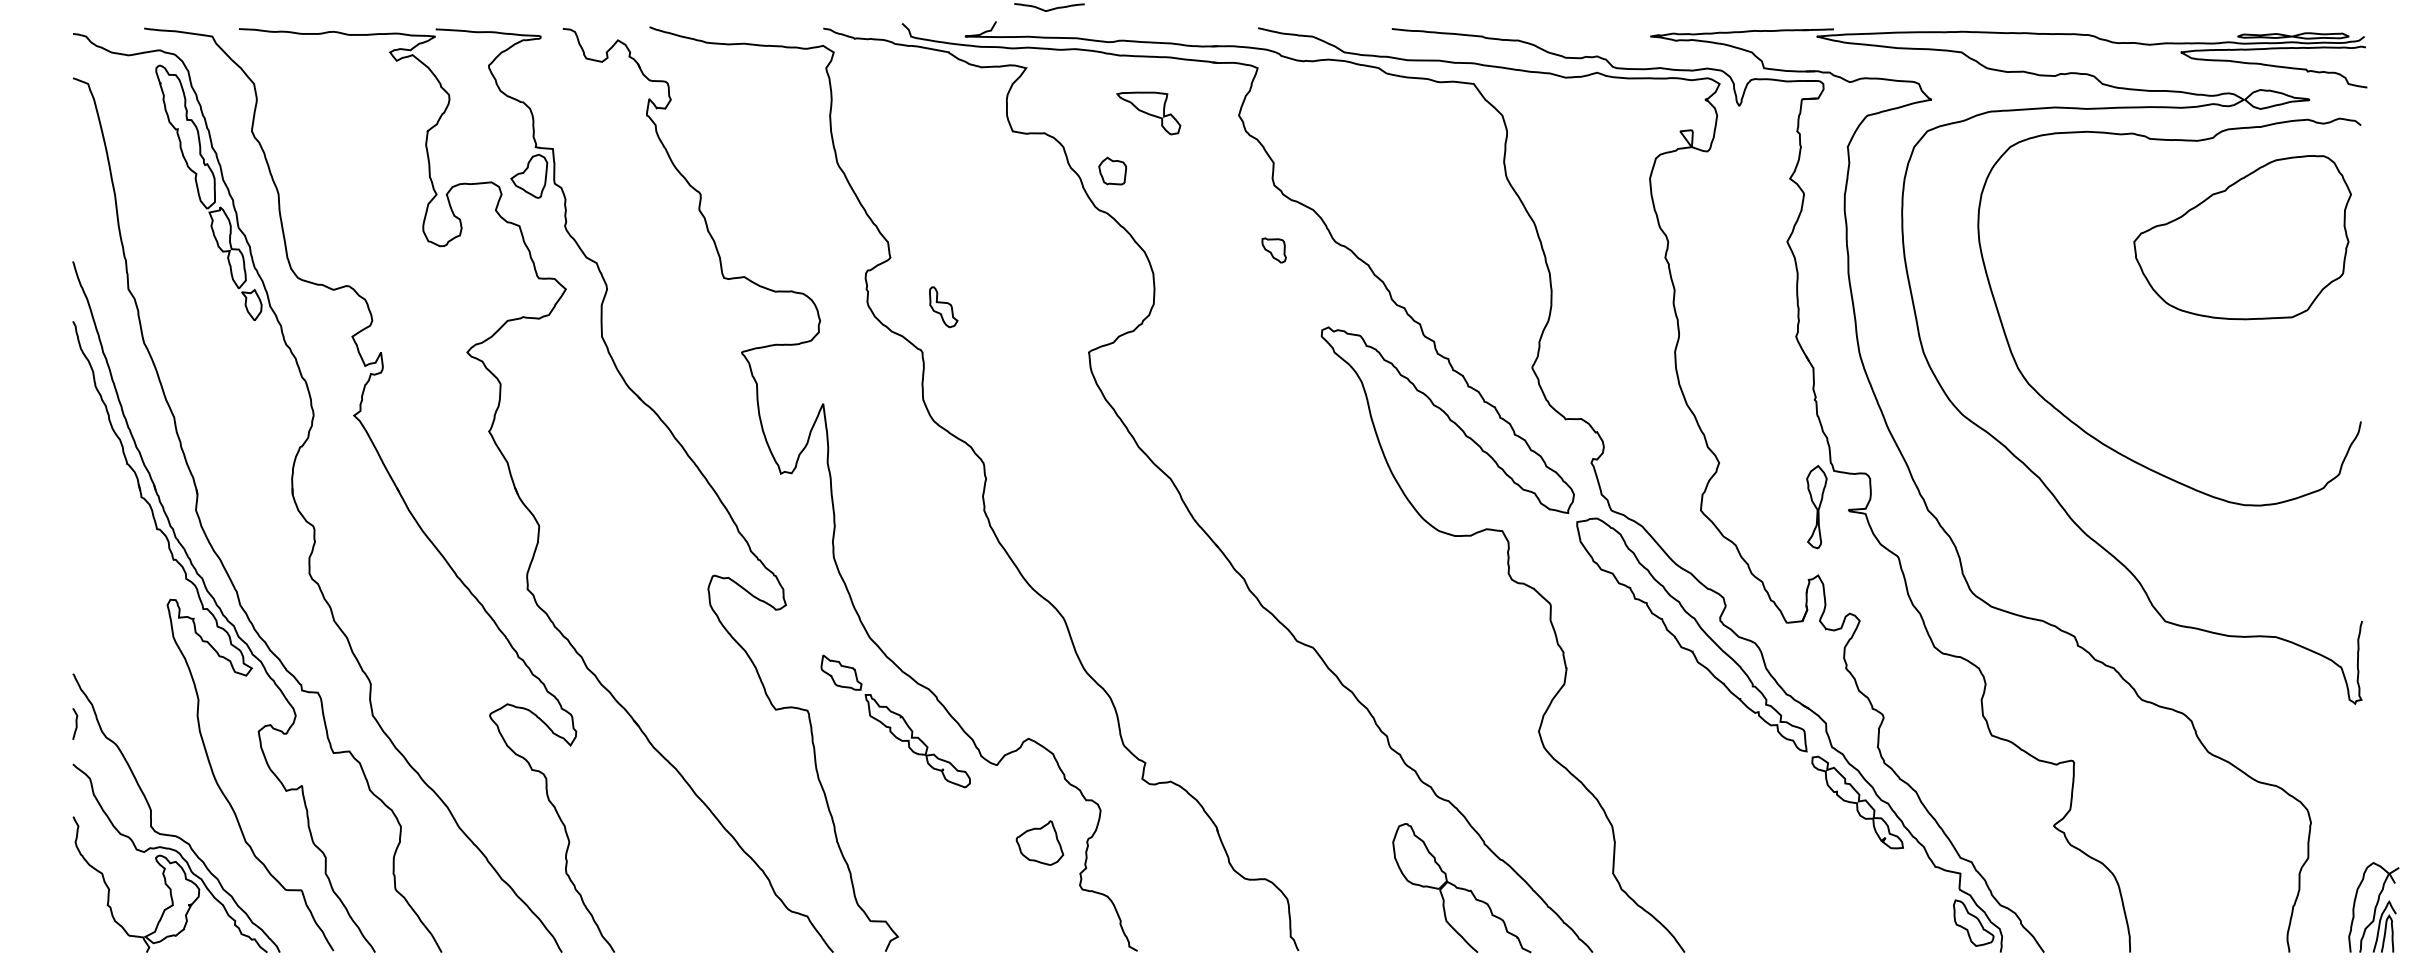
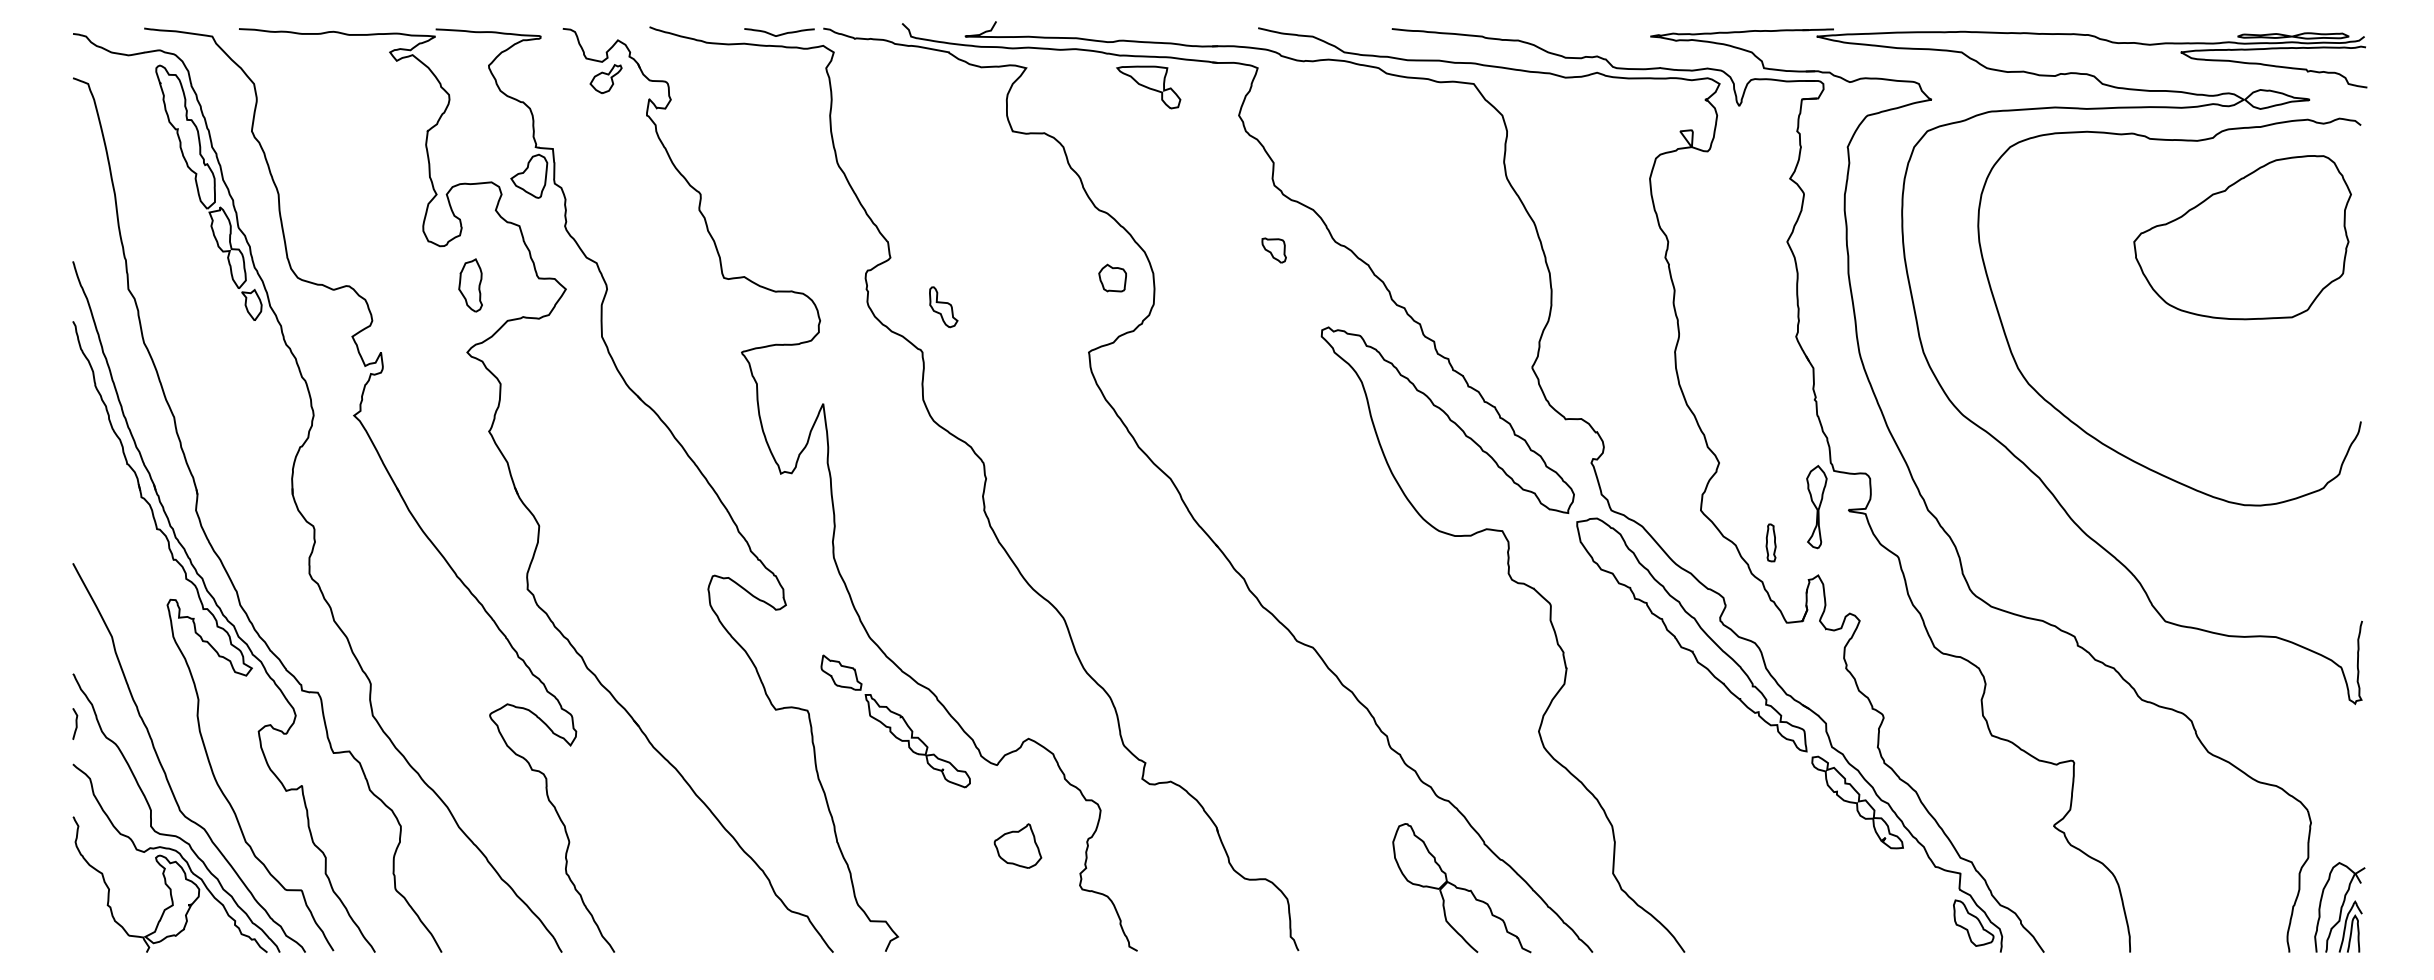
curve at (1049, 9) position: (1049, 9) -> (779, 34)
part at (605, 79): none -> present
part at (1148, 113) position: (1148, 113) -> (1148, 87)
part at (1112, 170) position: (1112, 170) -> (1112, 277)
part at (470, 285): none -> present
part at (1770, 542): none -> present
curve at (164, 769): none -> present
part at (1039, 842) position: (1039, 842) -> (1017, 845)
part at (2373, 907) position: (2373, 907) -> (2339, 907)
